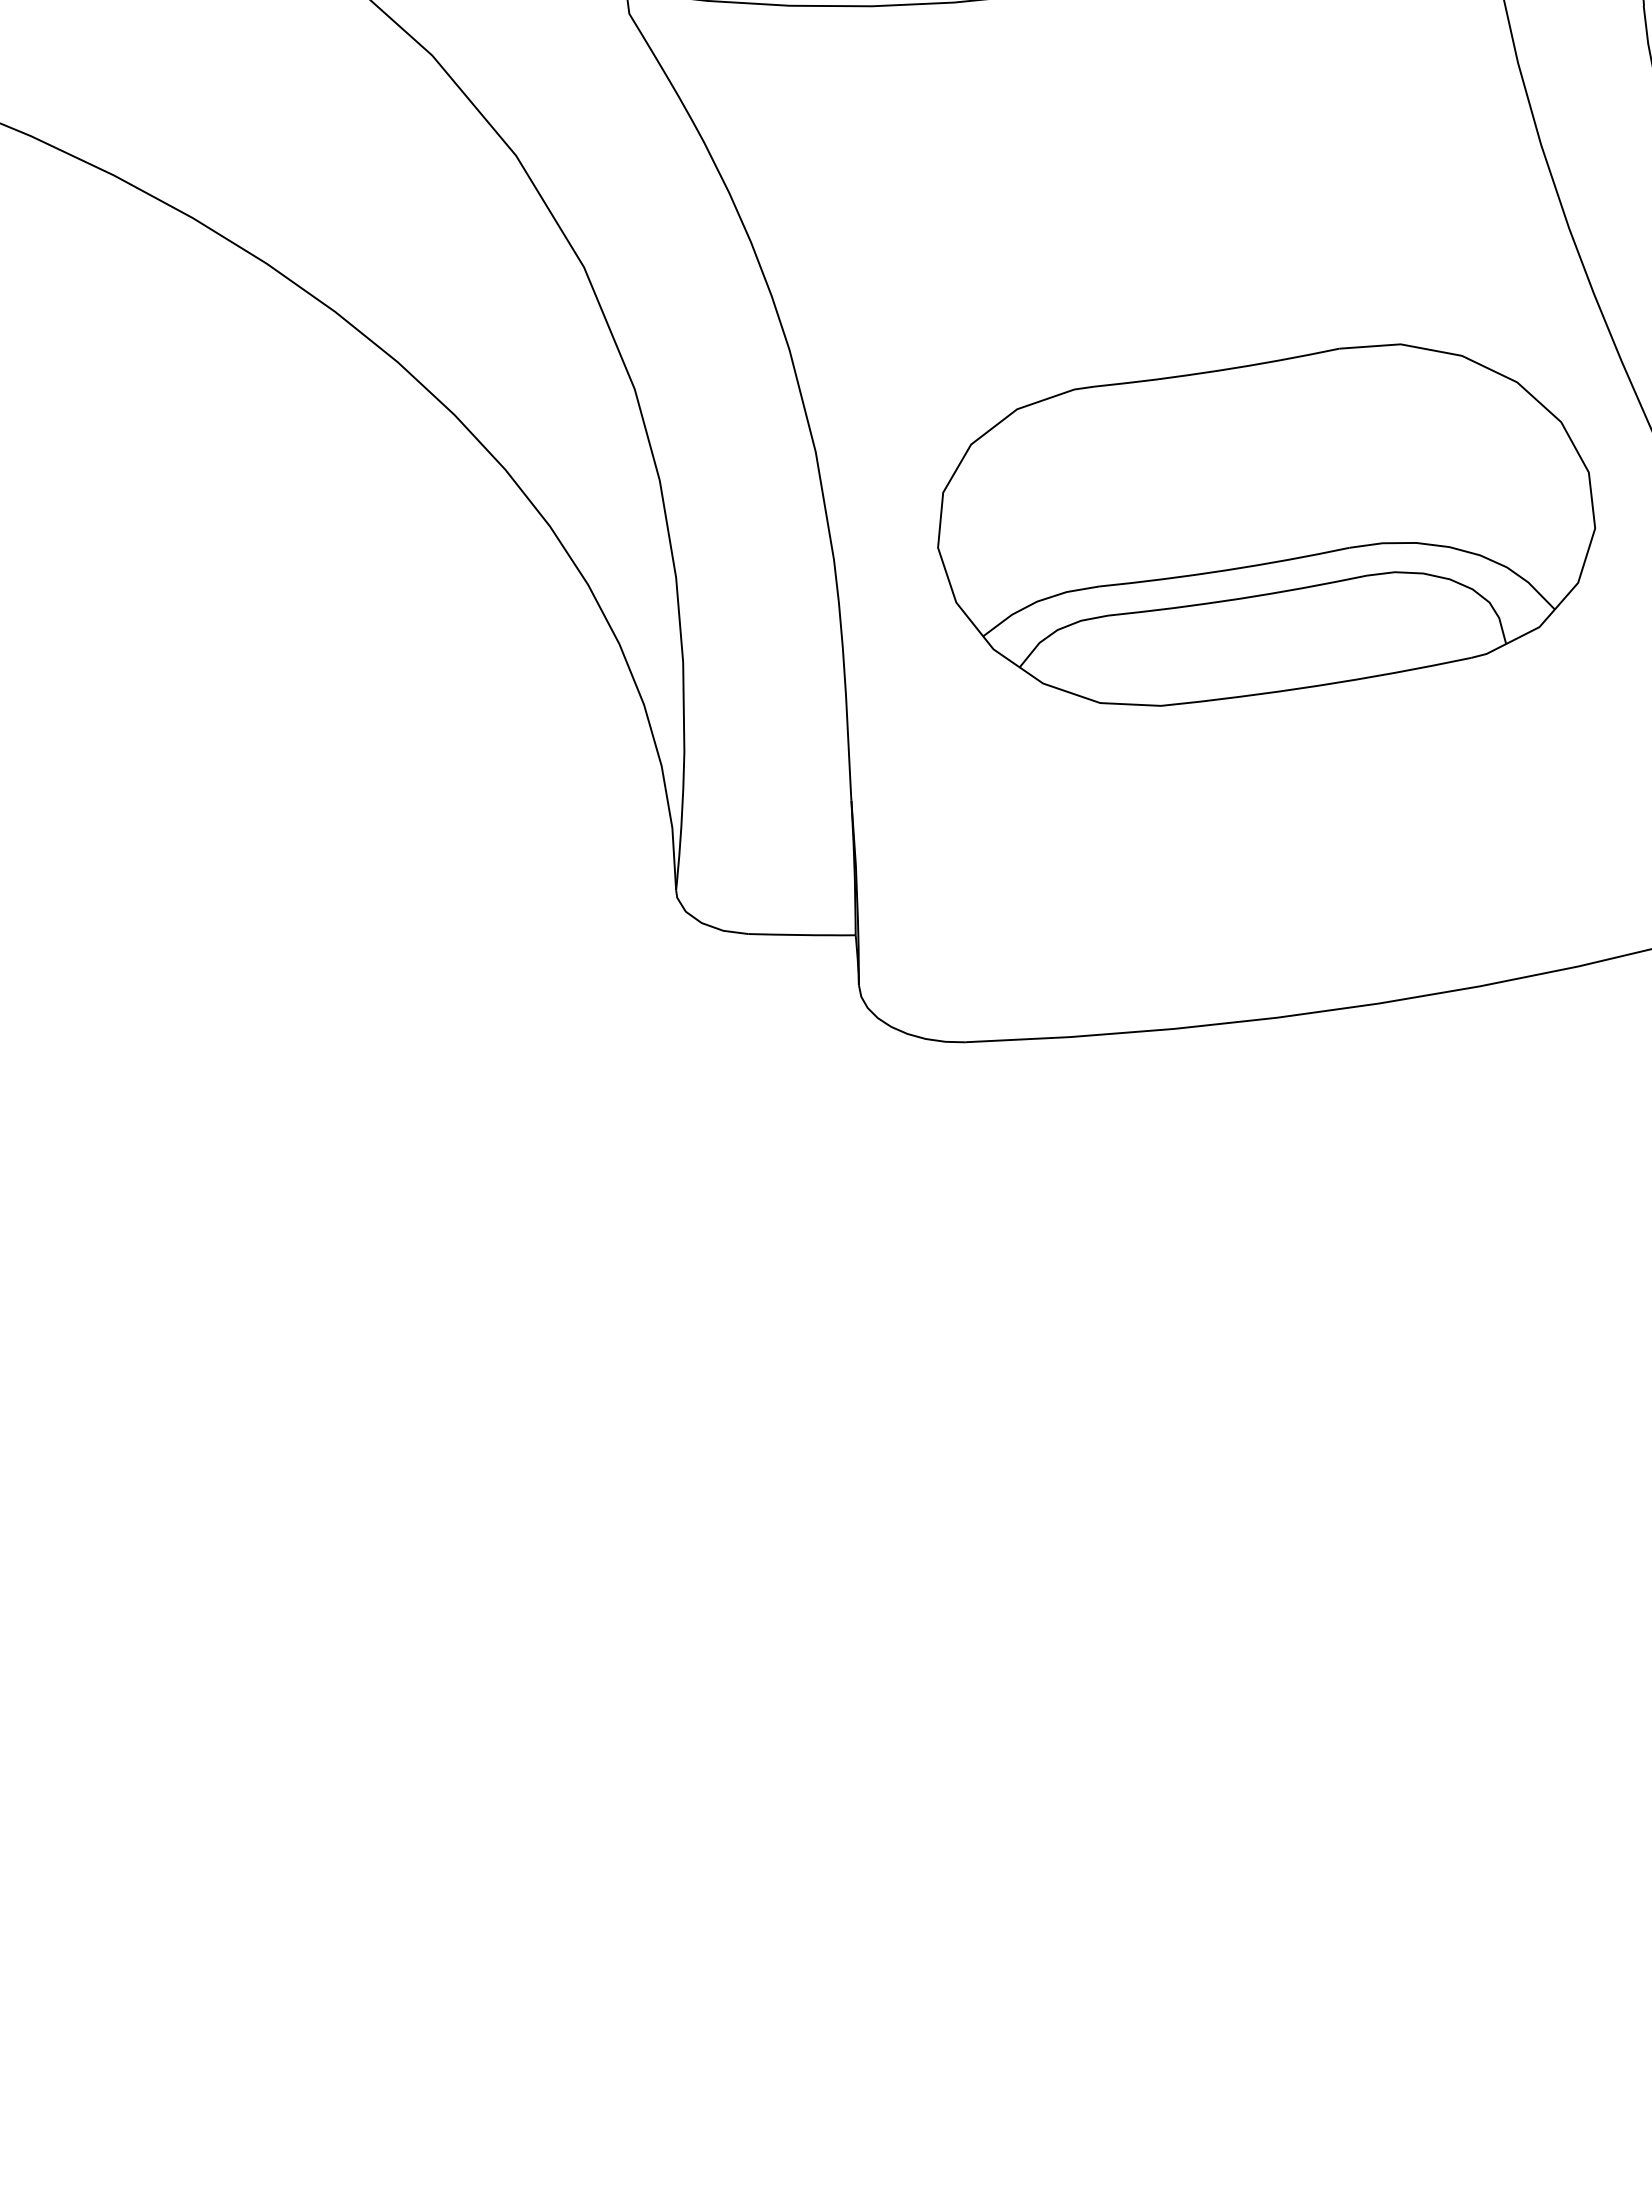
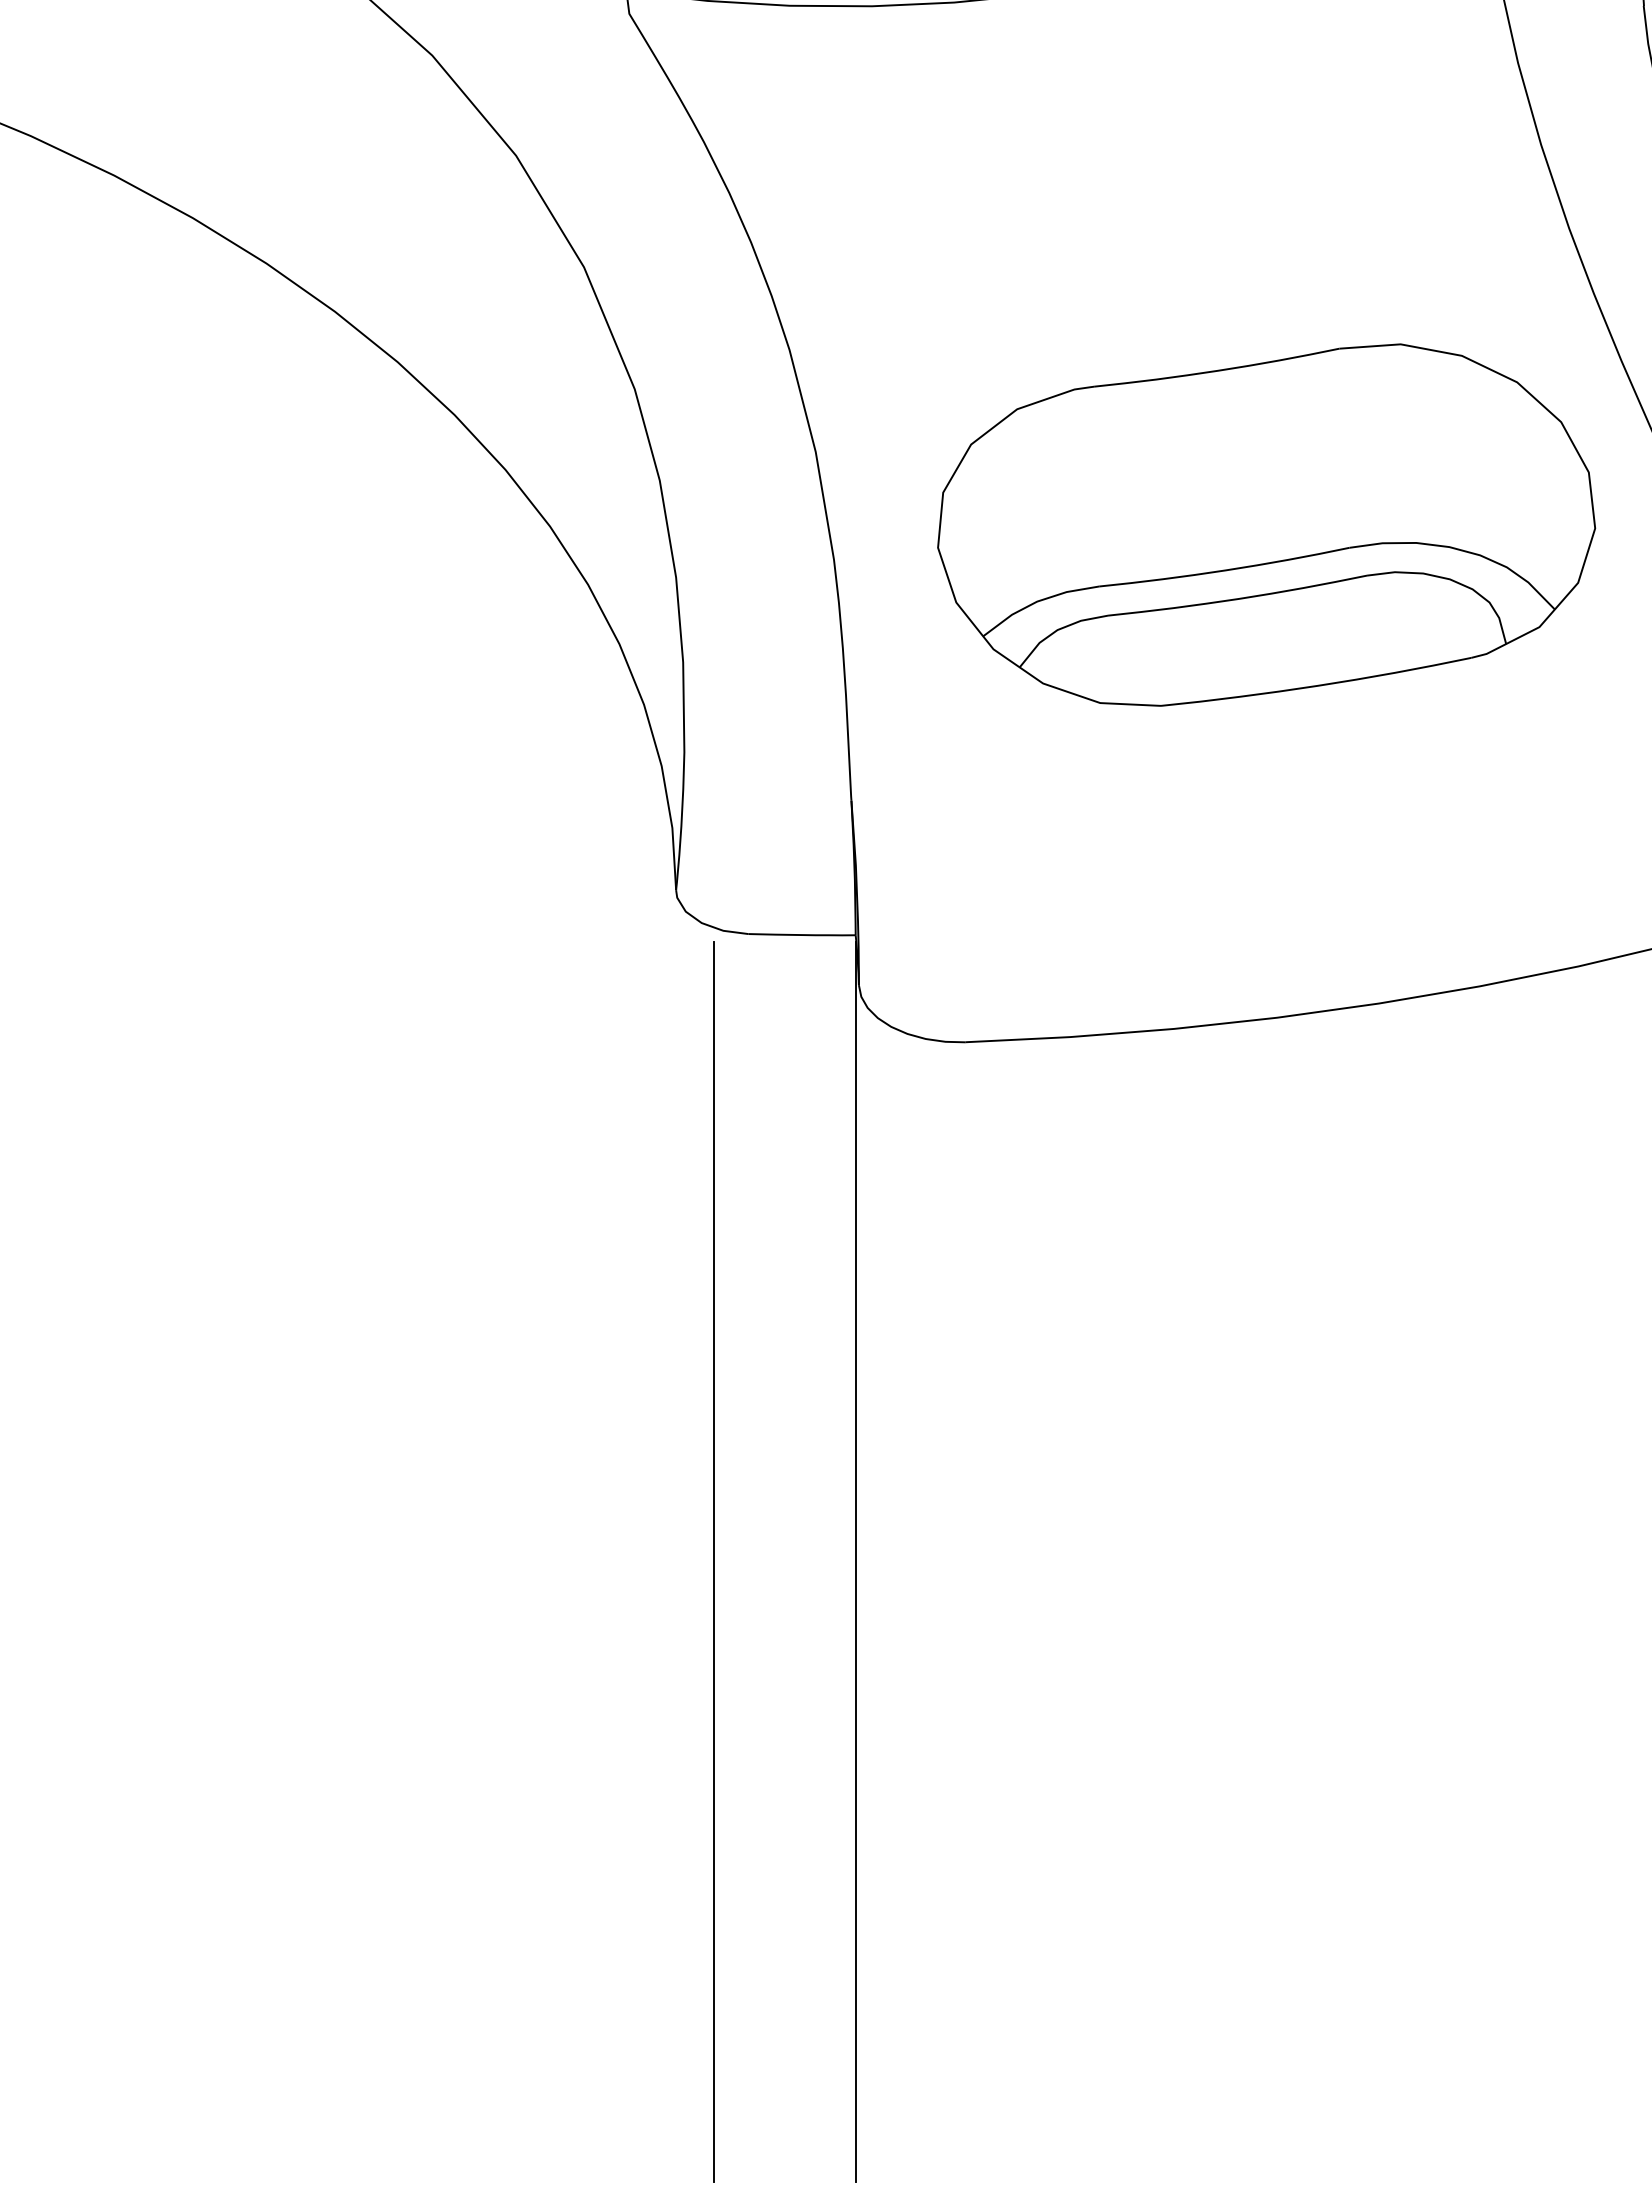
line at (713, 1561): none -> present
line at (856, 1561): none -> present
